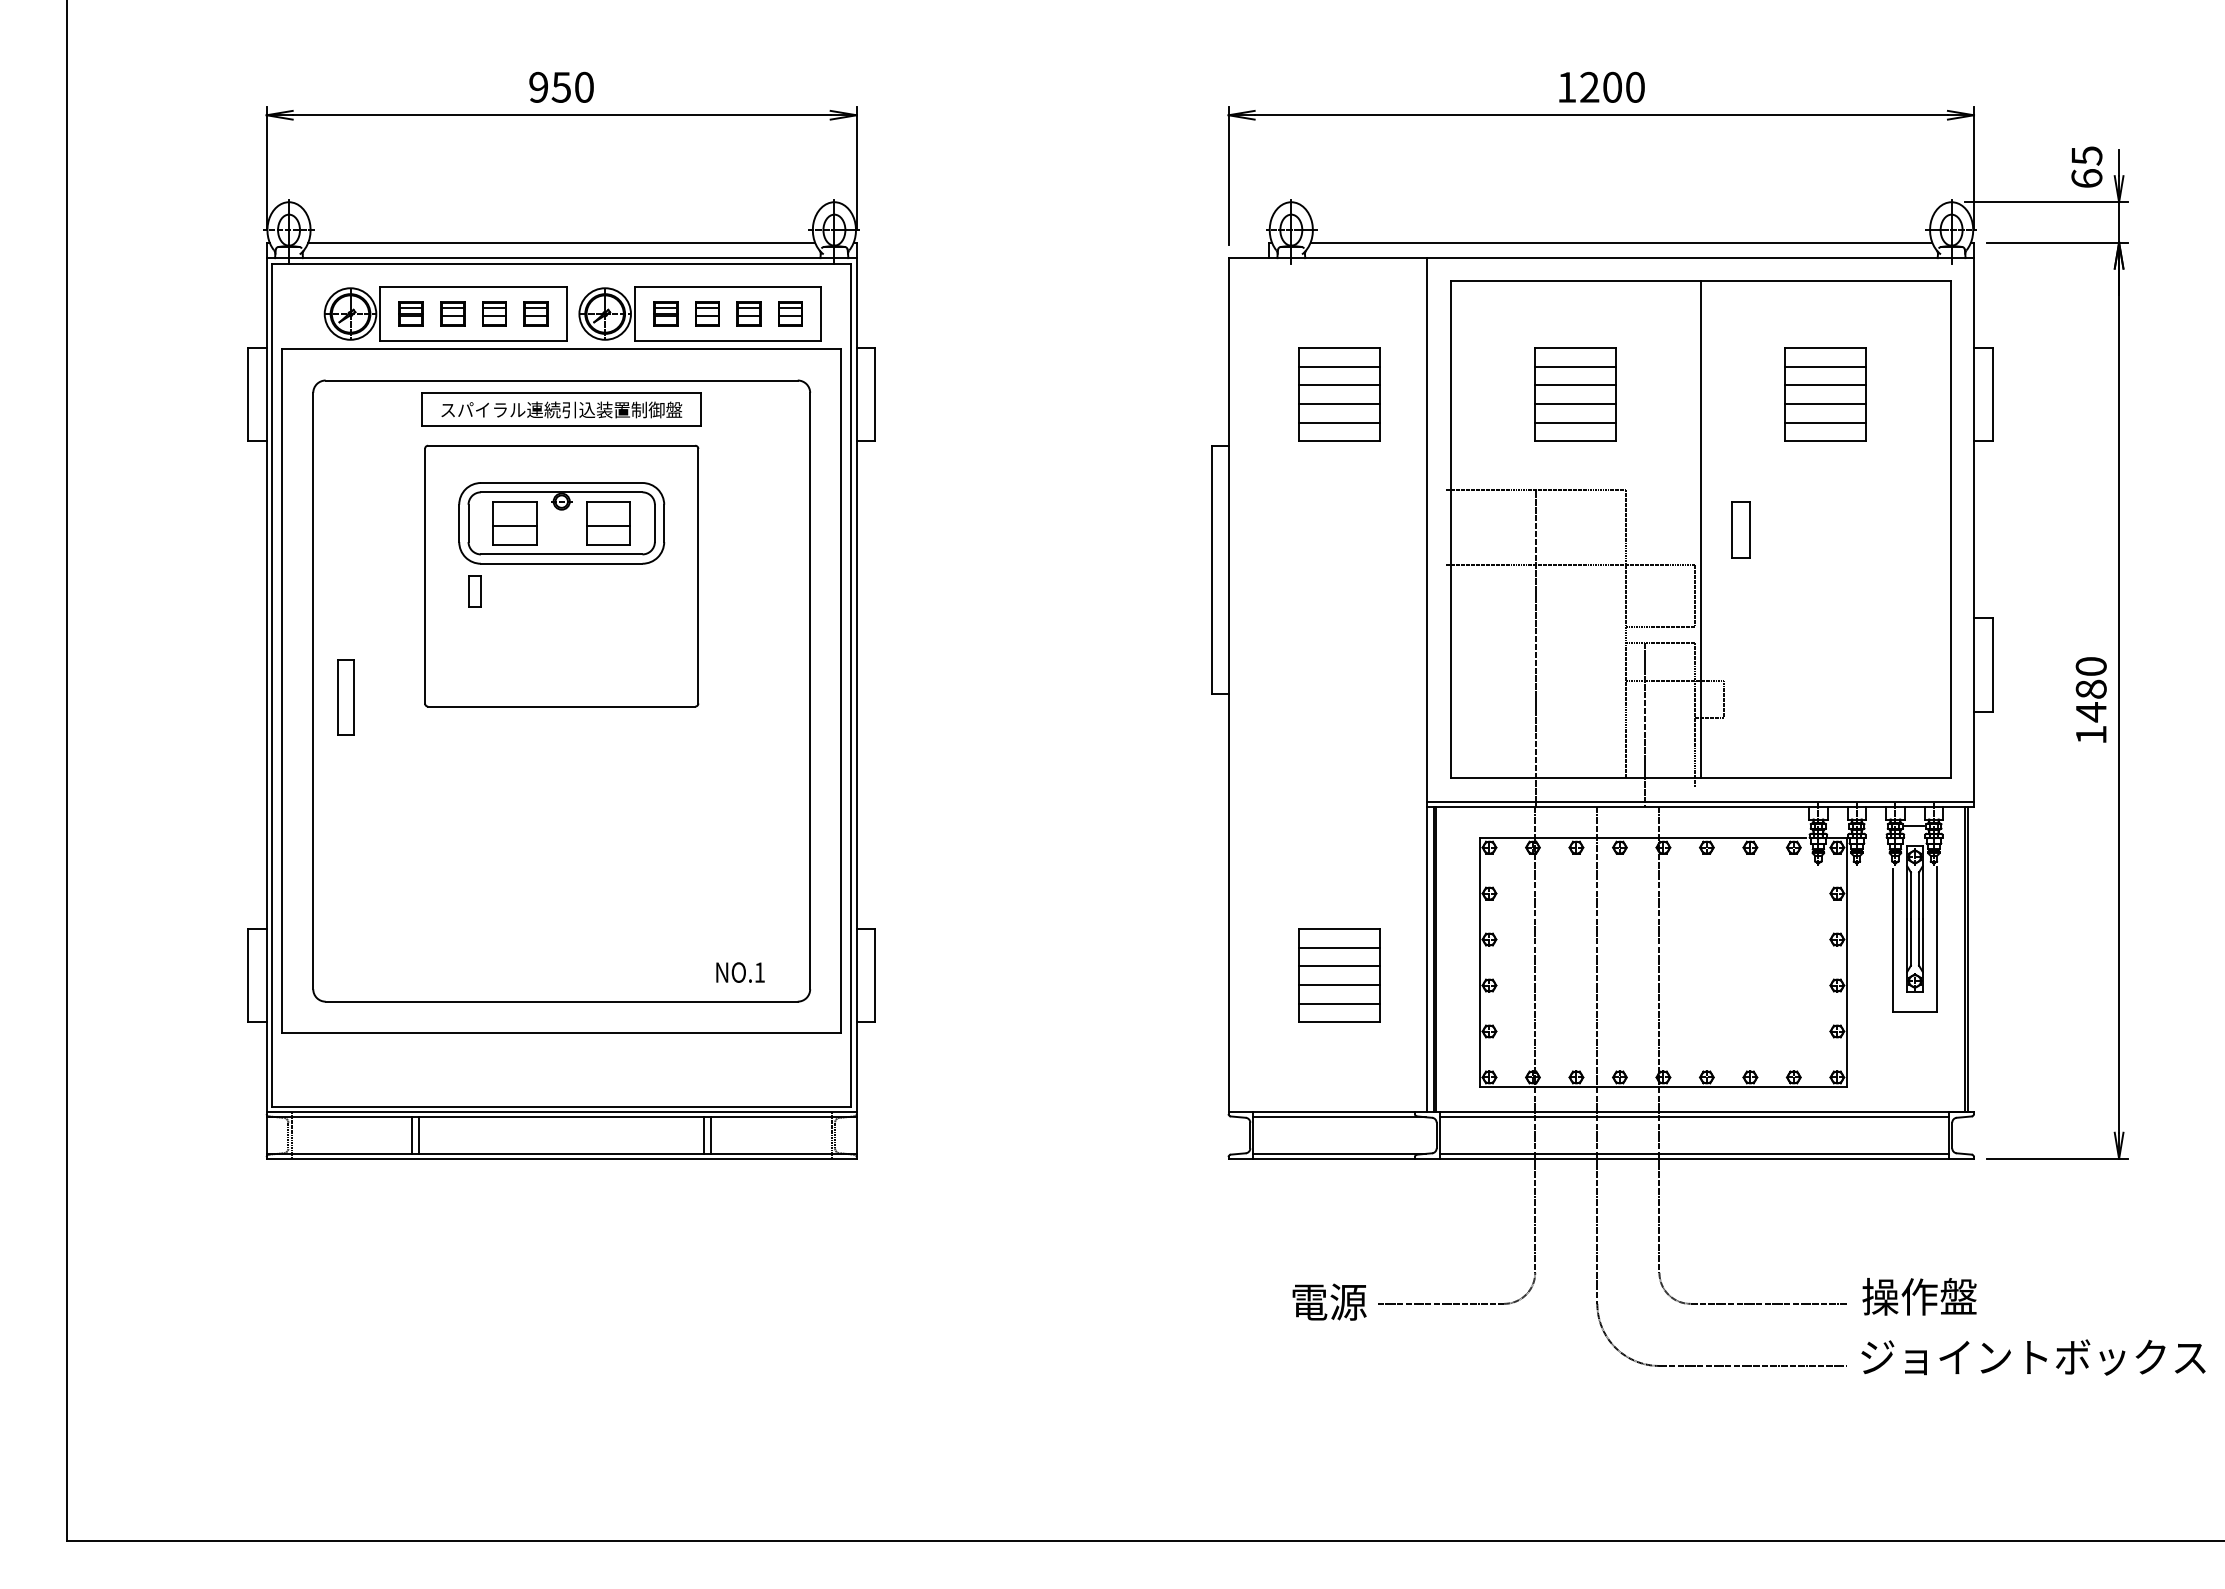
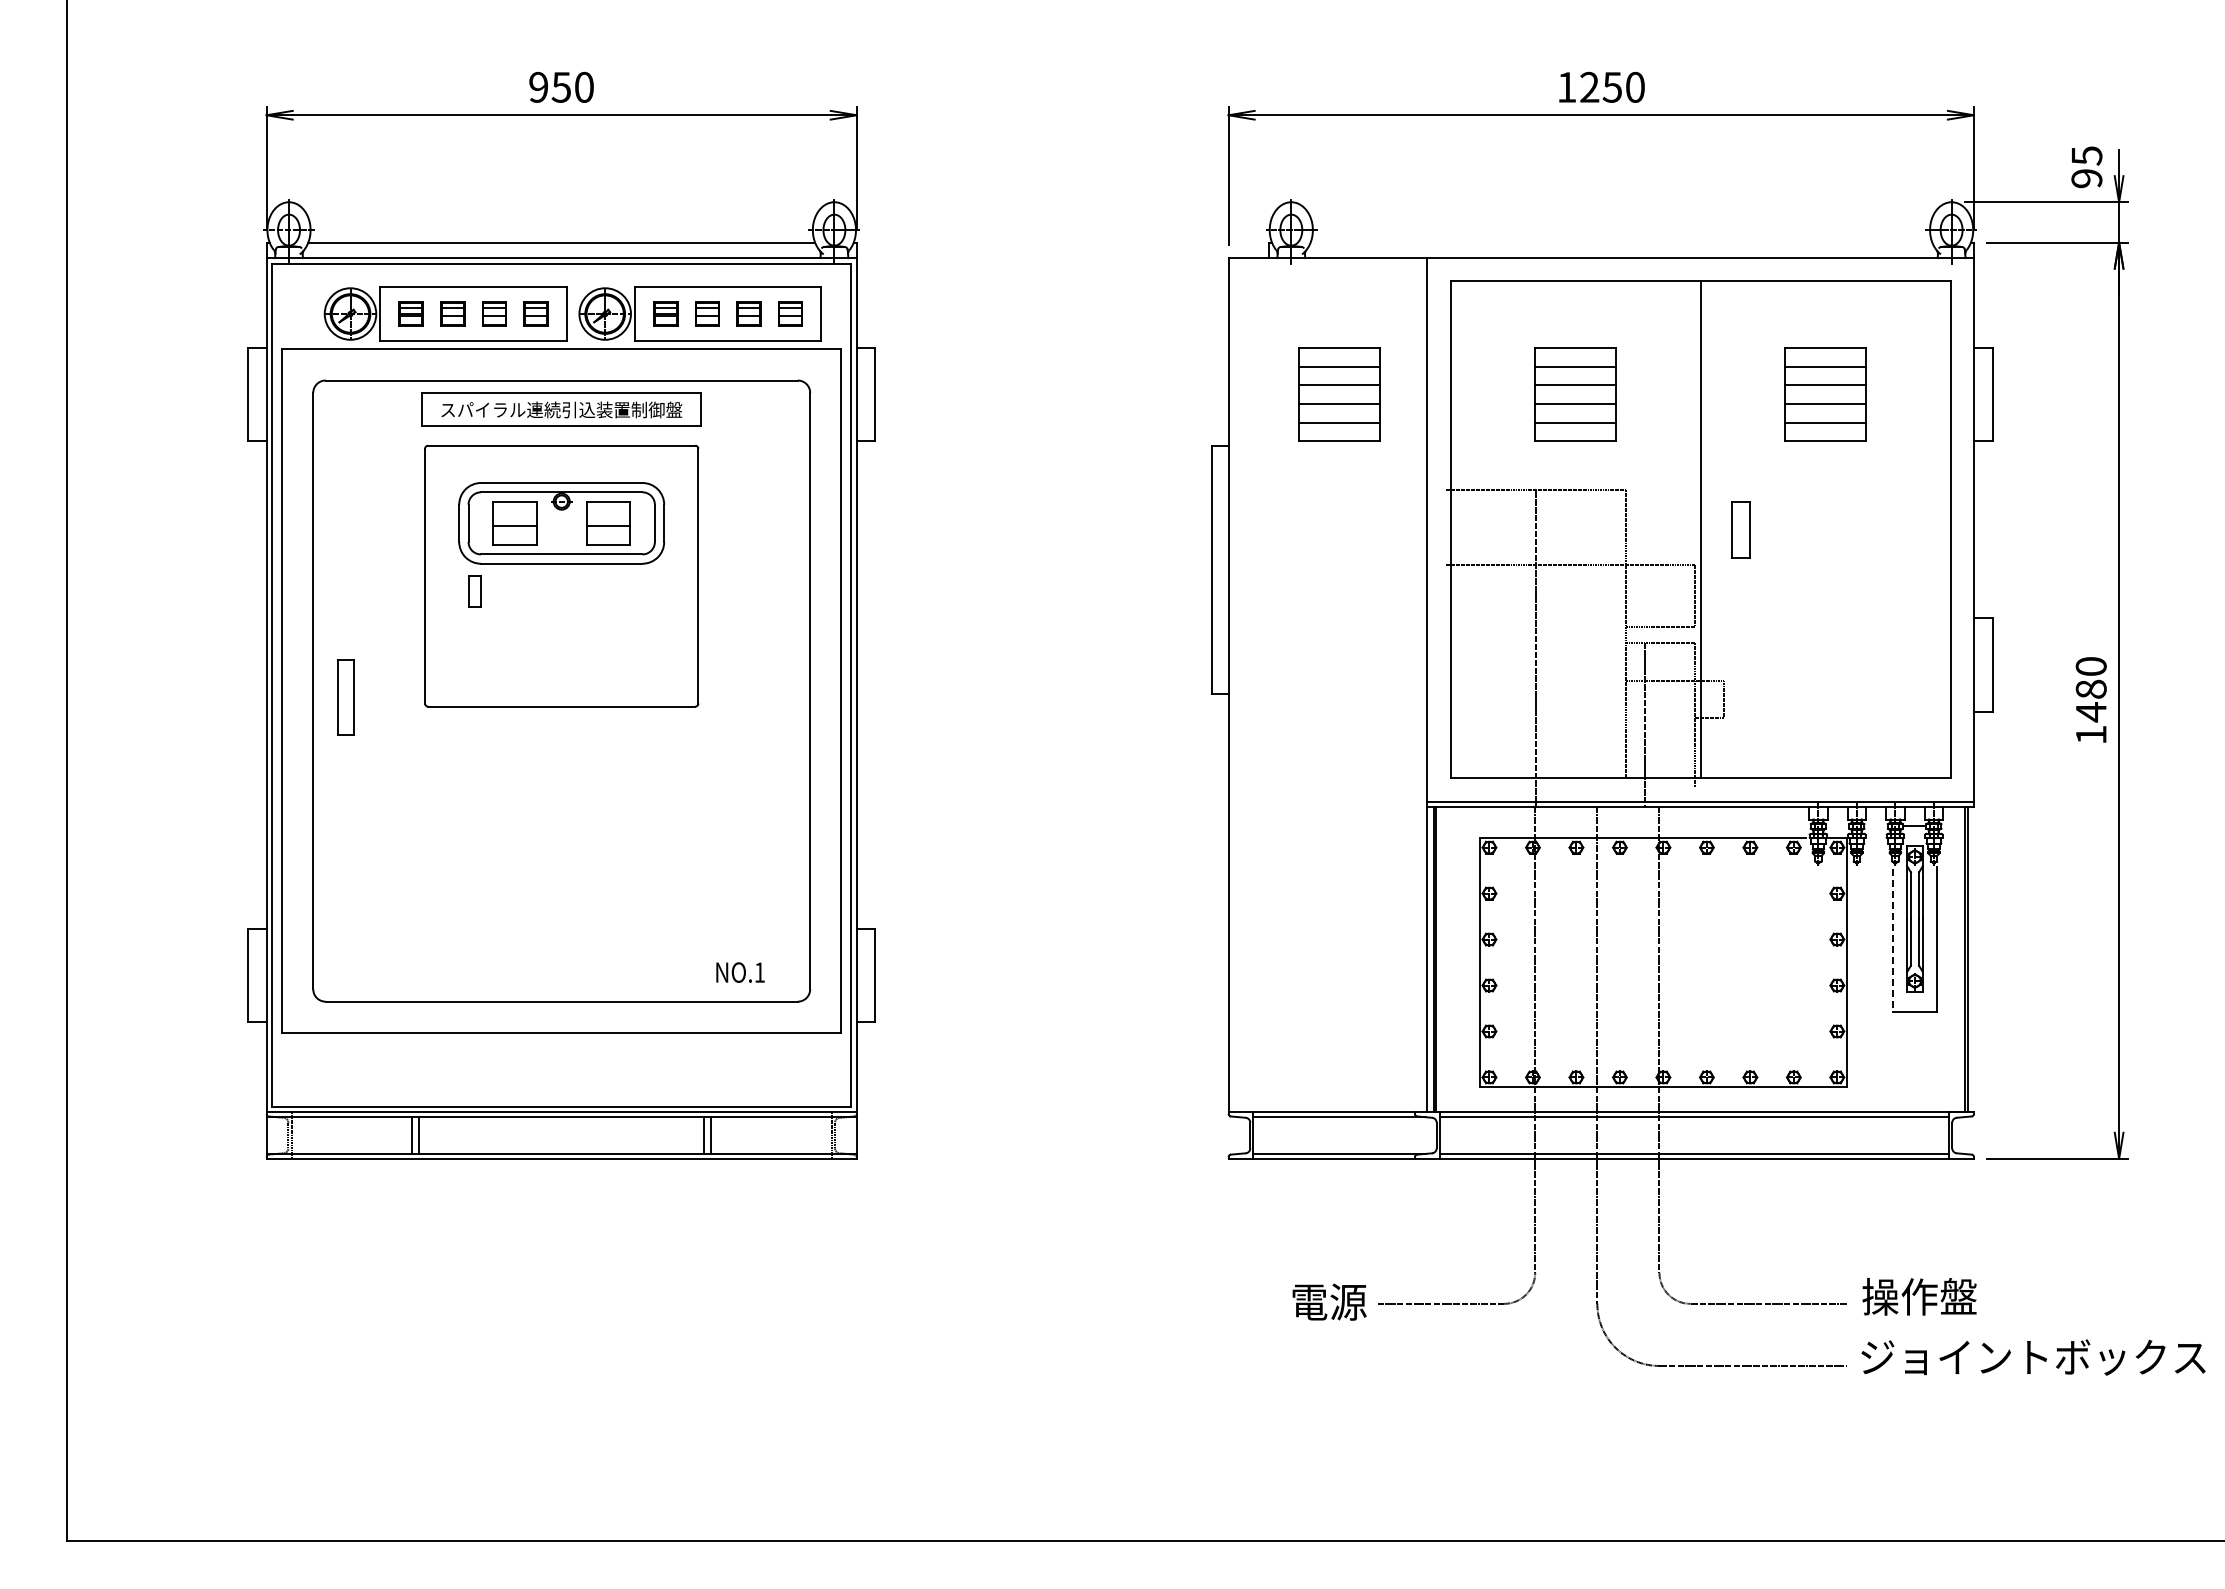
text at (1611, 86): 1200 -> 1250
text at (2086, 178): 65 -> 95
line at (1621, 242): present -> none
line at (1893, 940): solid -> dashed
part at (1339, 975): present -> none
